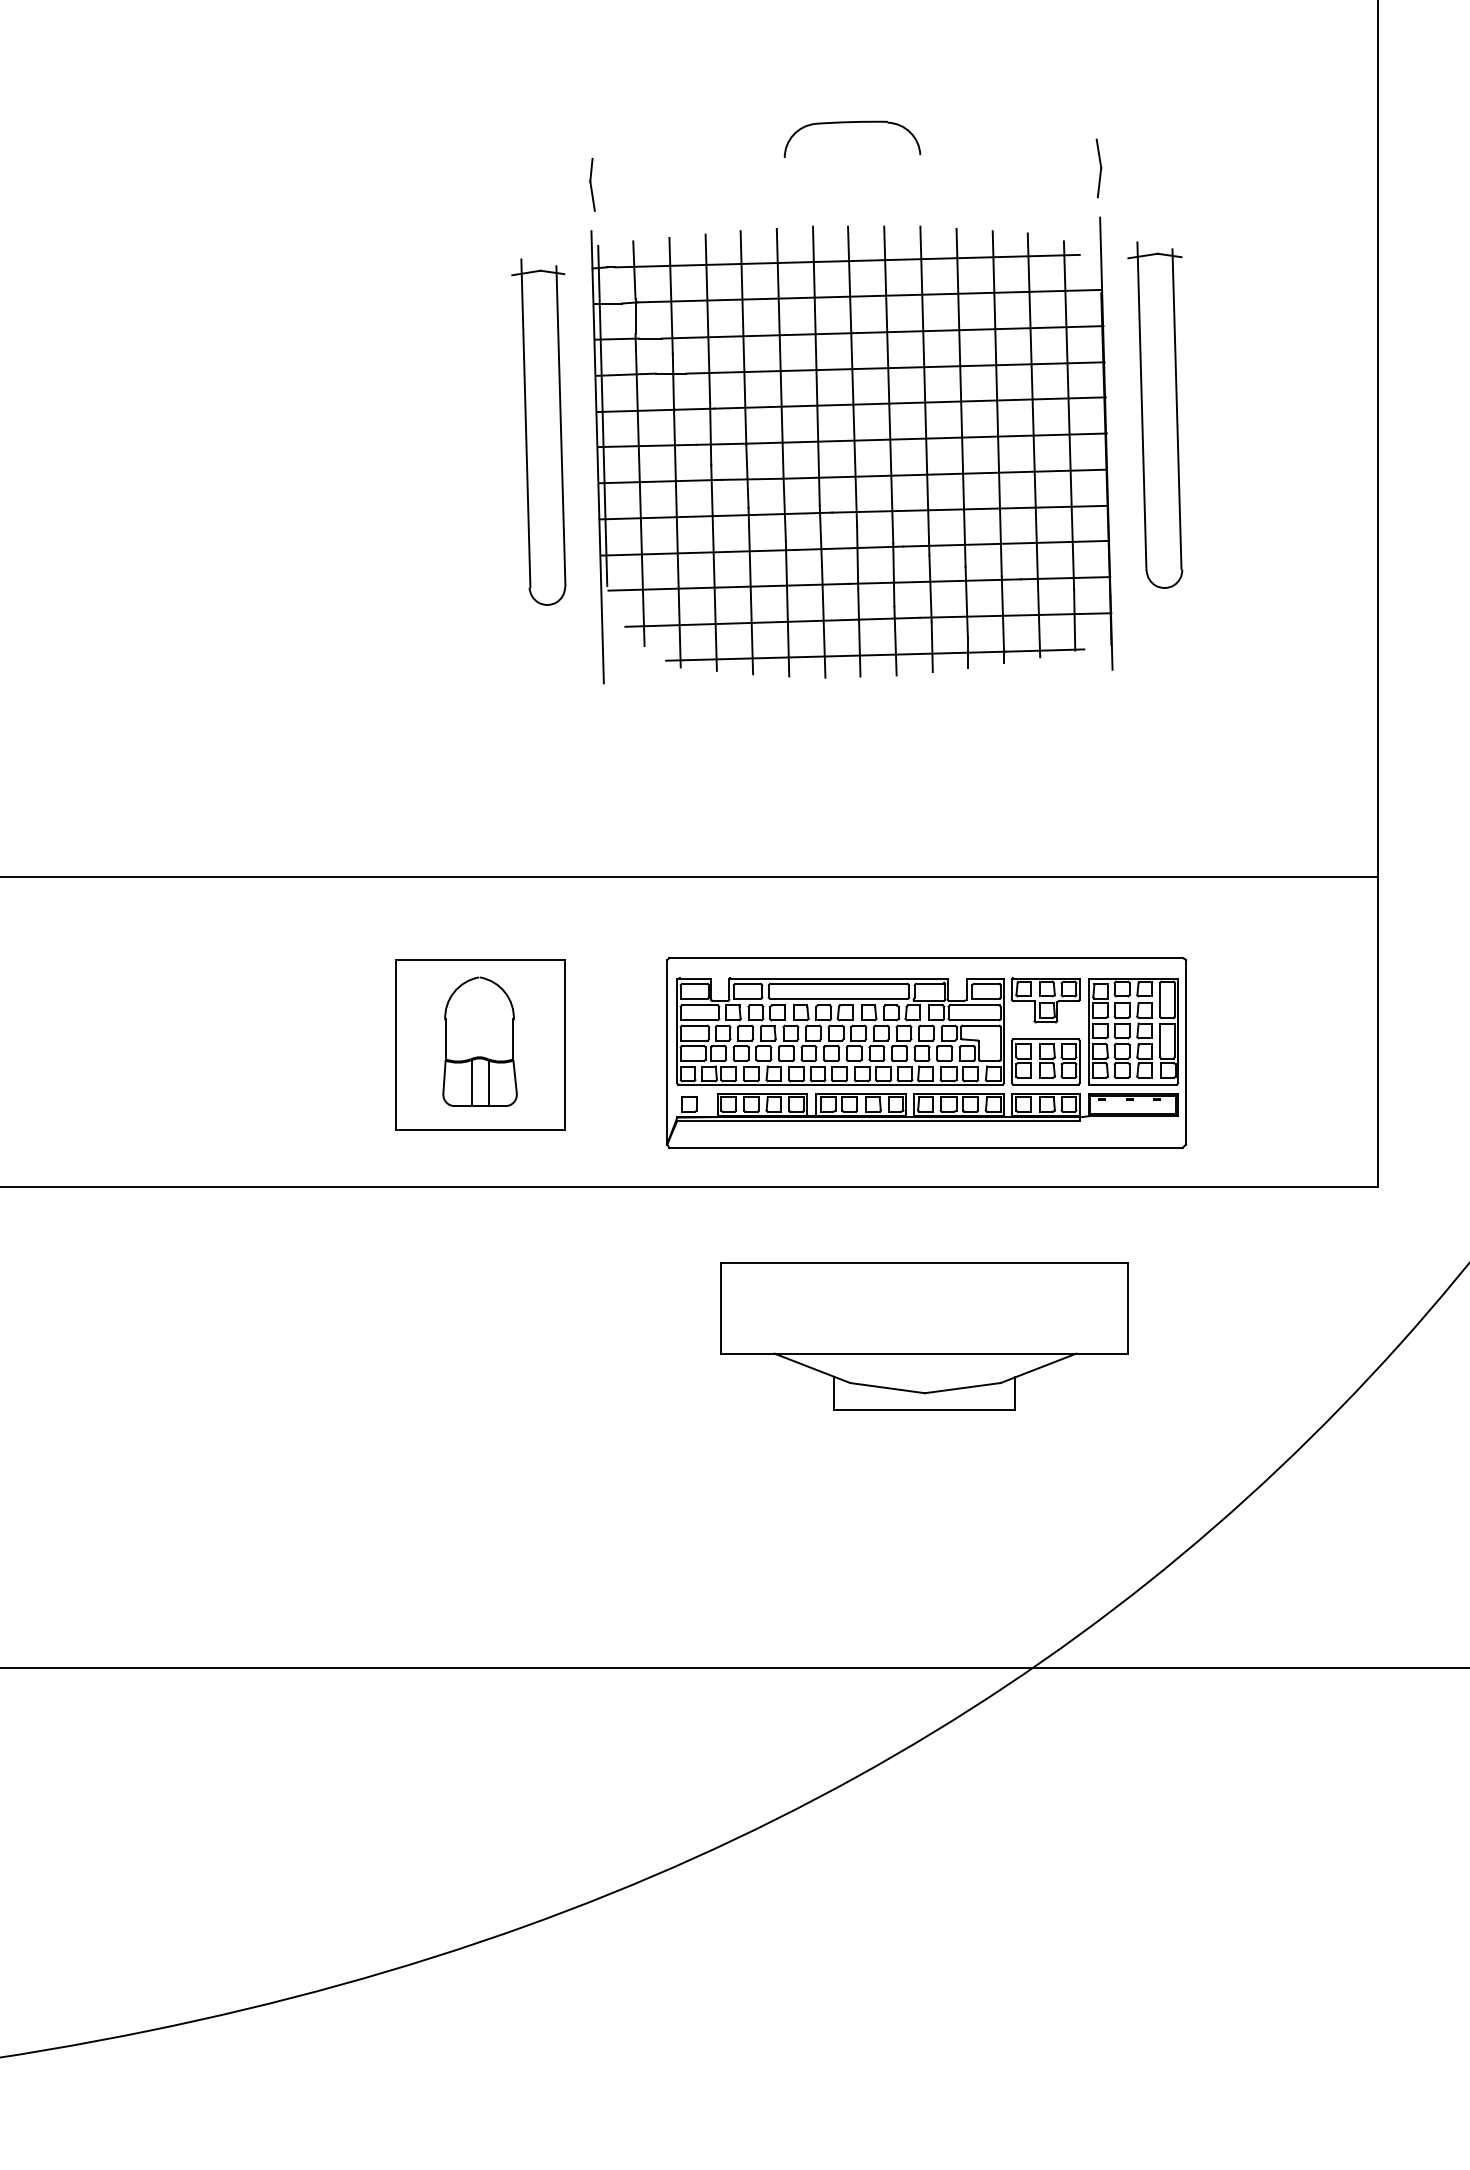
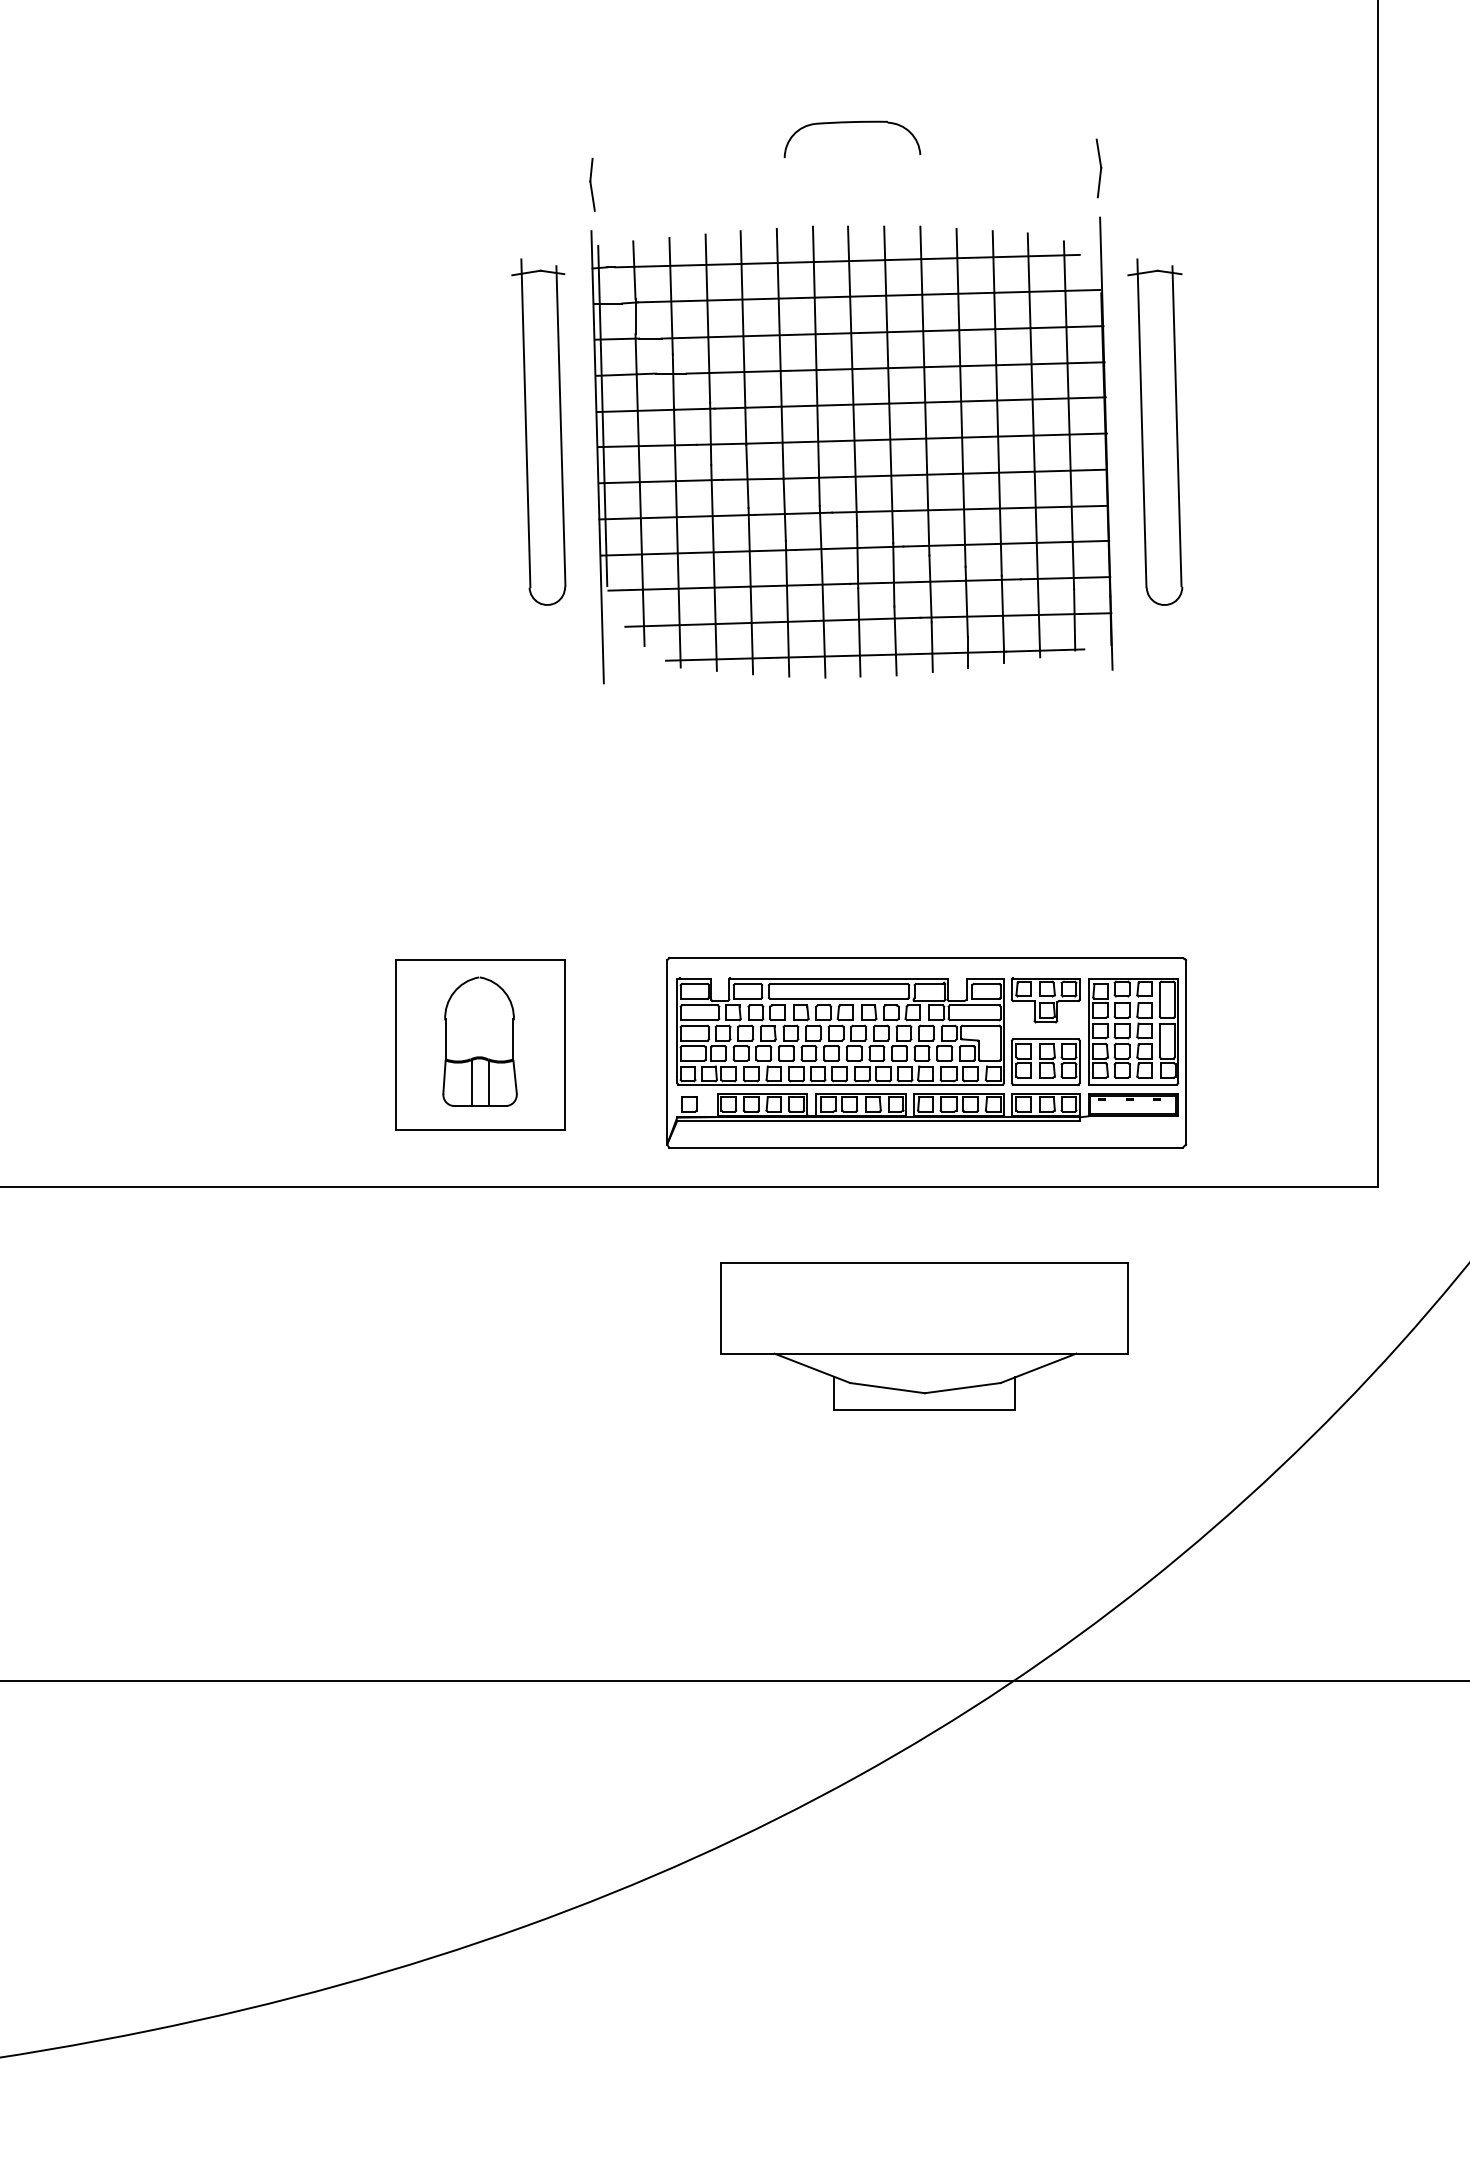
part at (1155, 414) position: (1155, 414) -> (1155, 431)
line at (690, 876): present -> none
line at (734, 1667) position: (734, 1667) -> (734, 1680)
